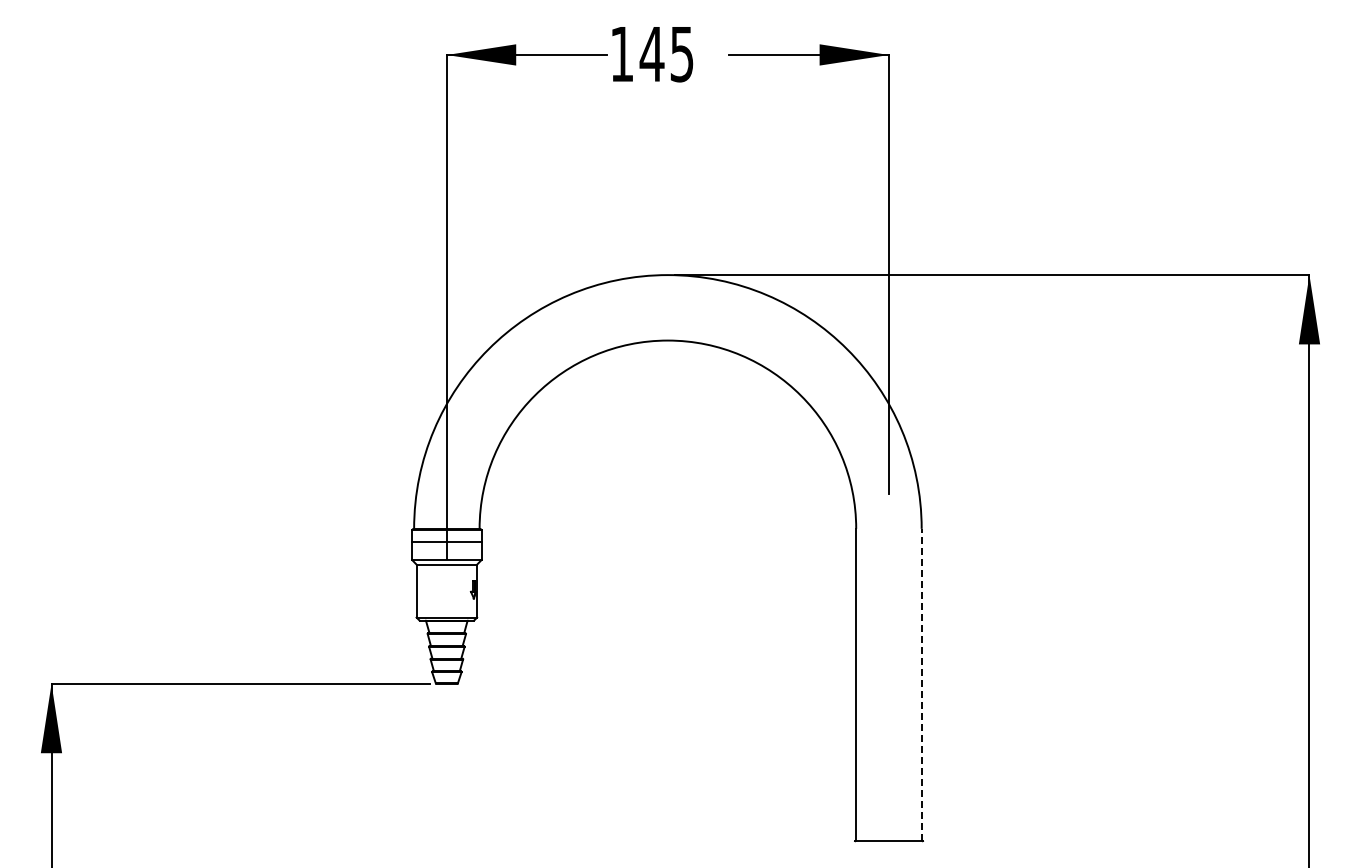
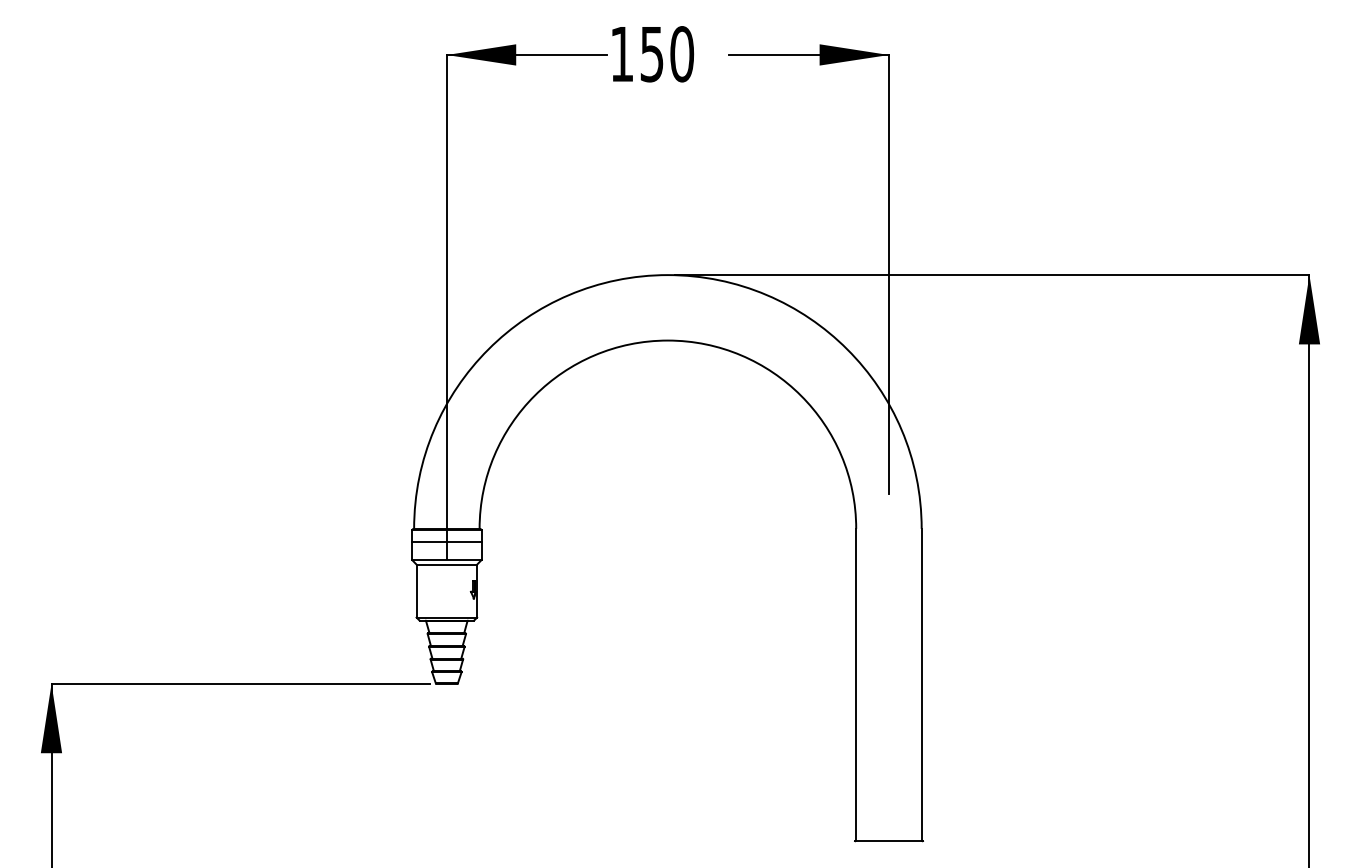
text at (666, 54): 145 -> 150
line at (921, 684): dashed -> solid
